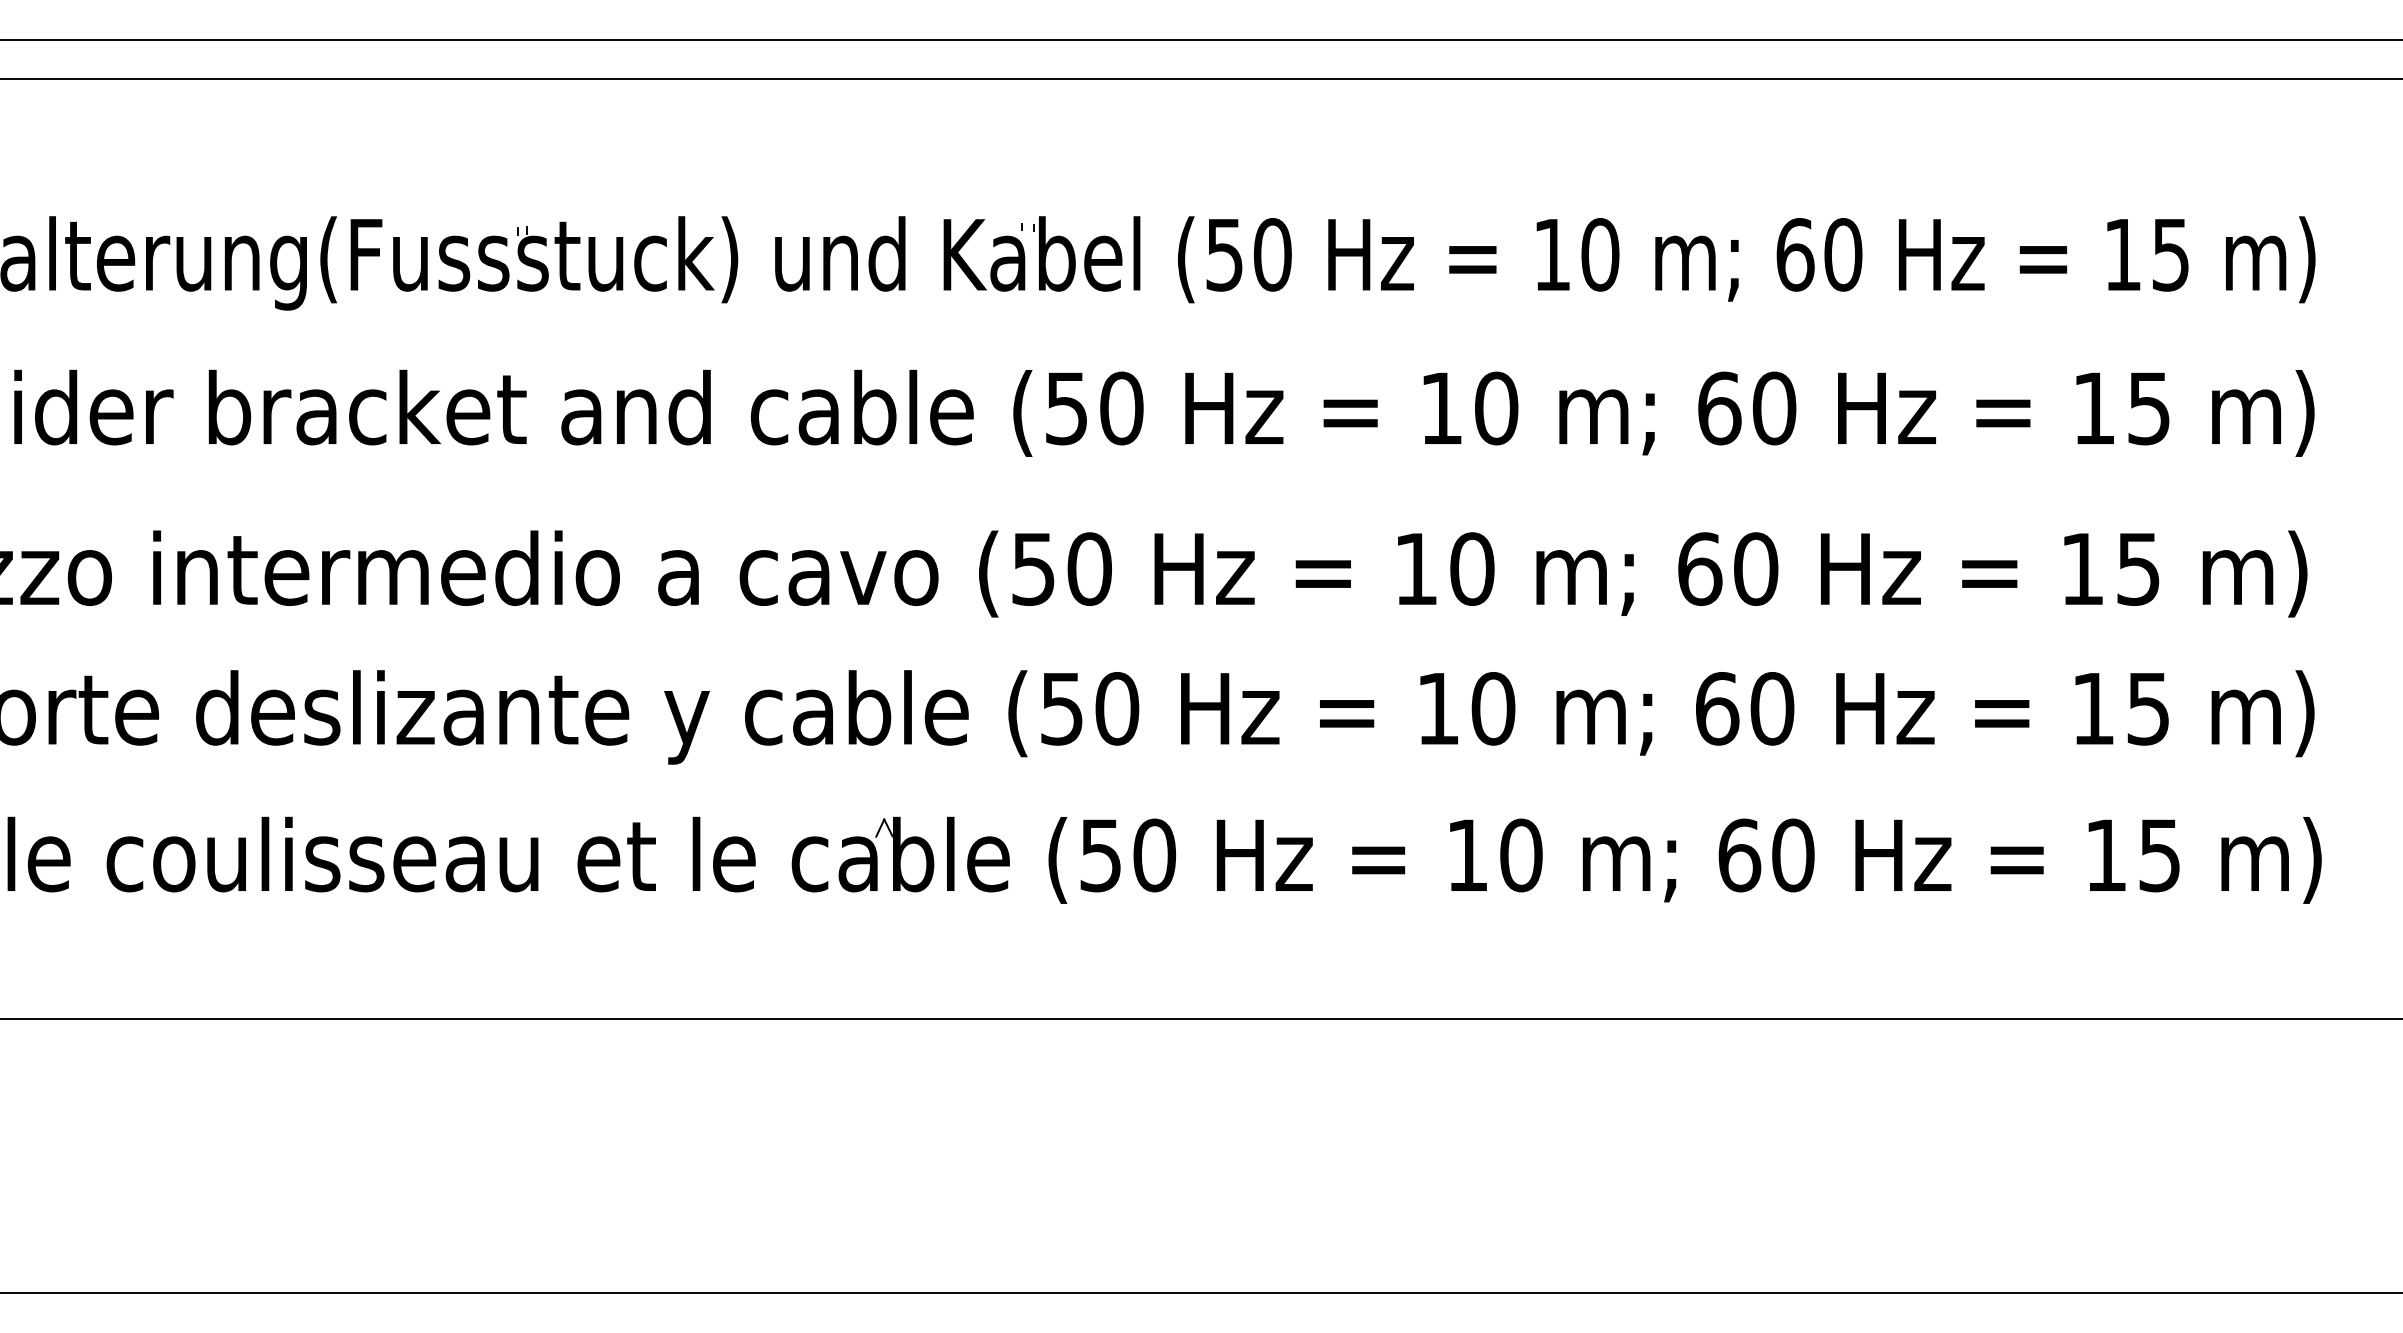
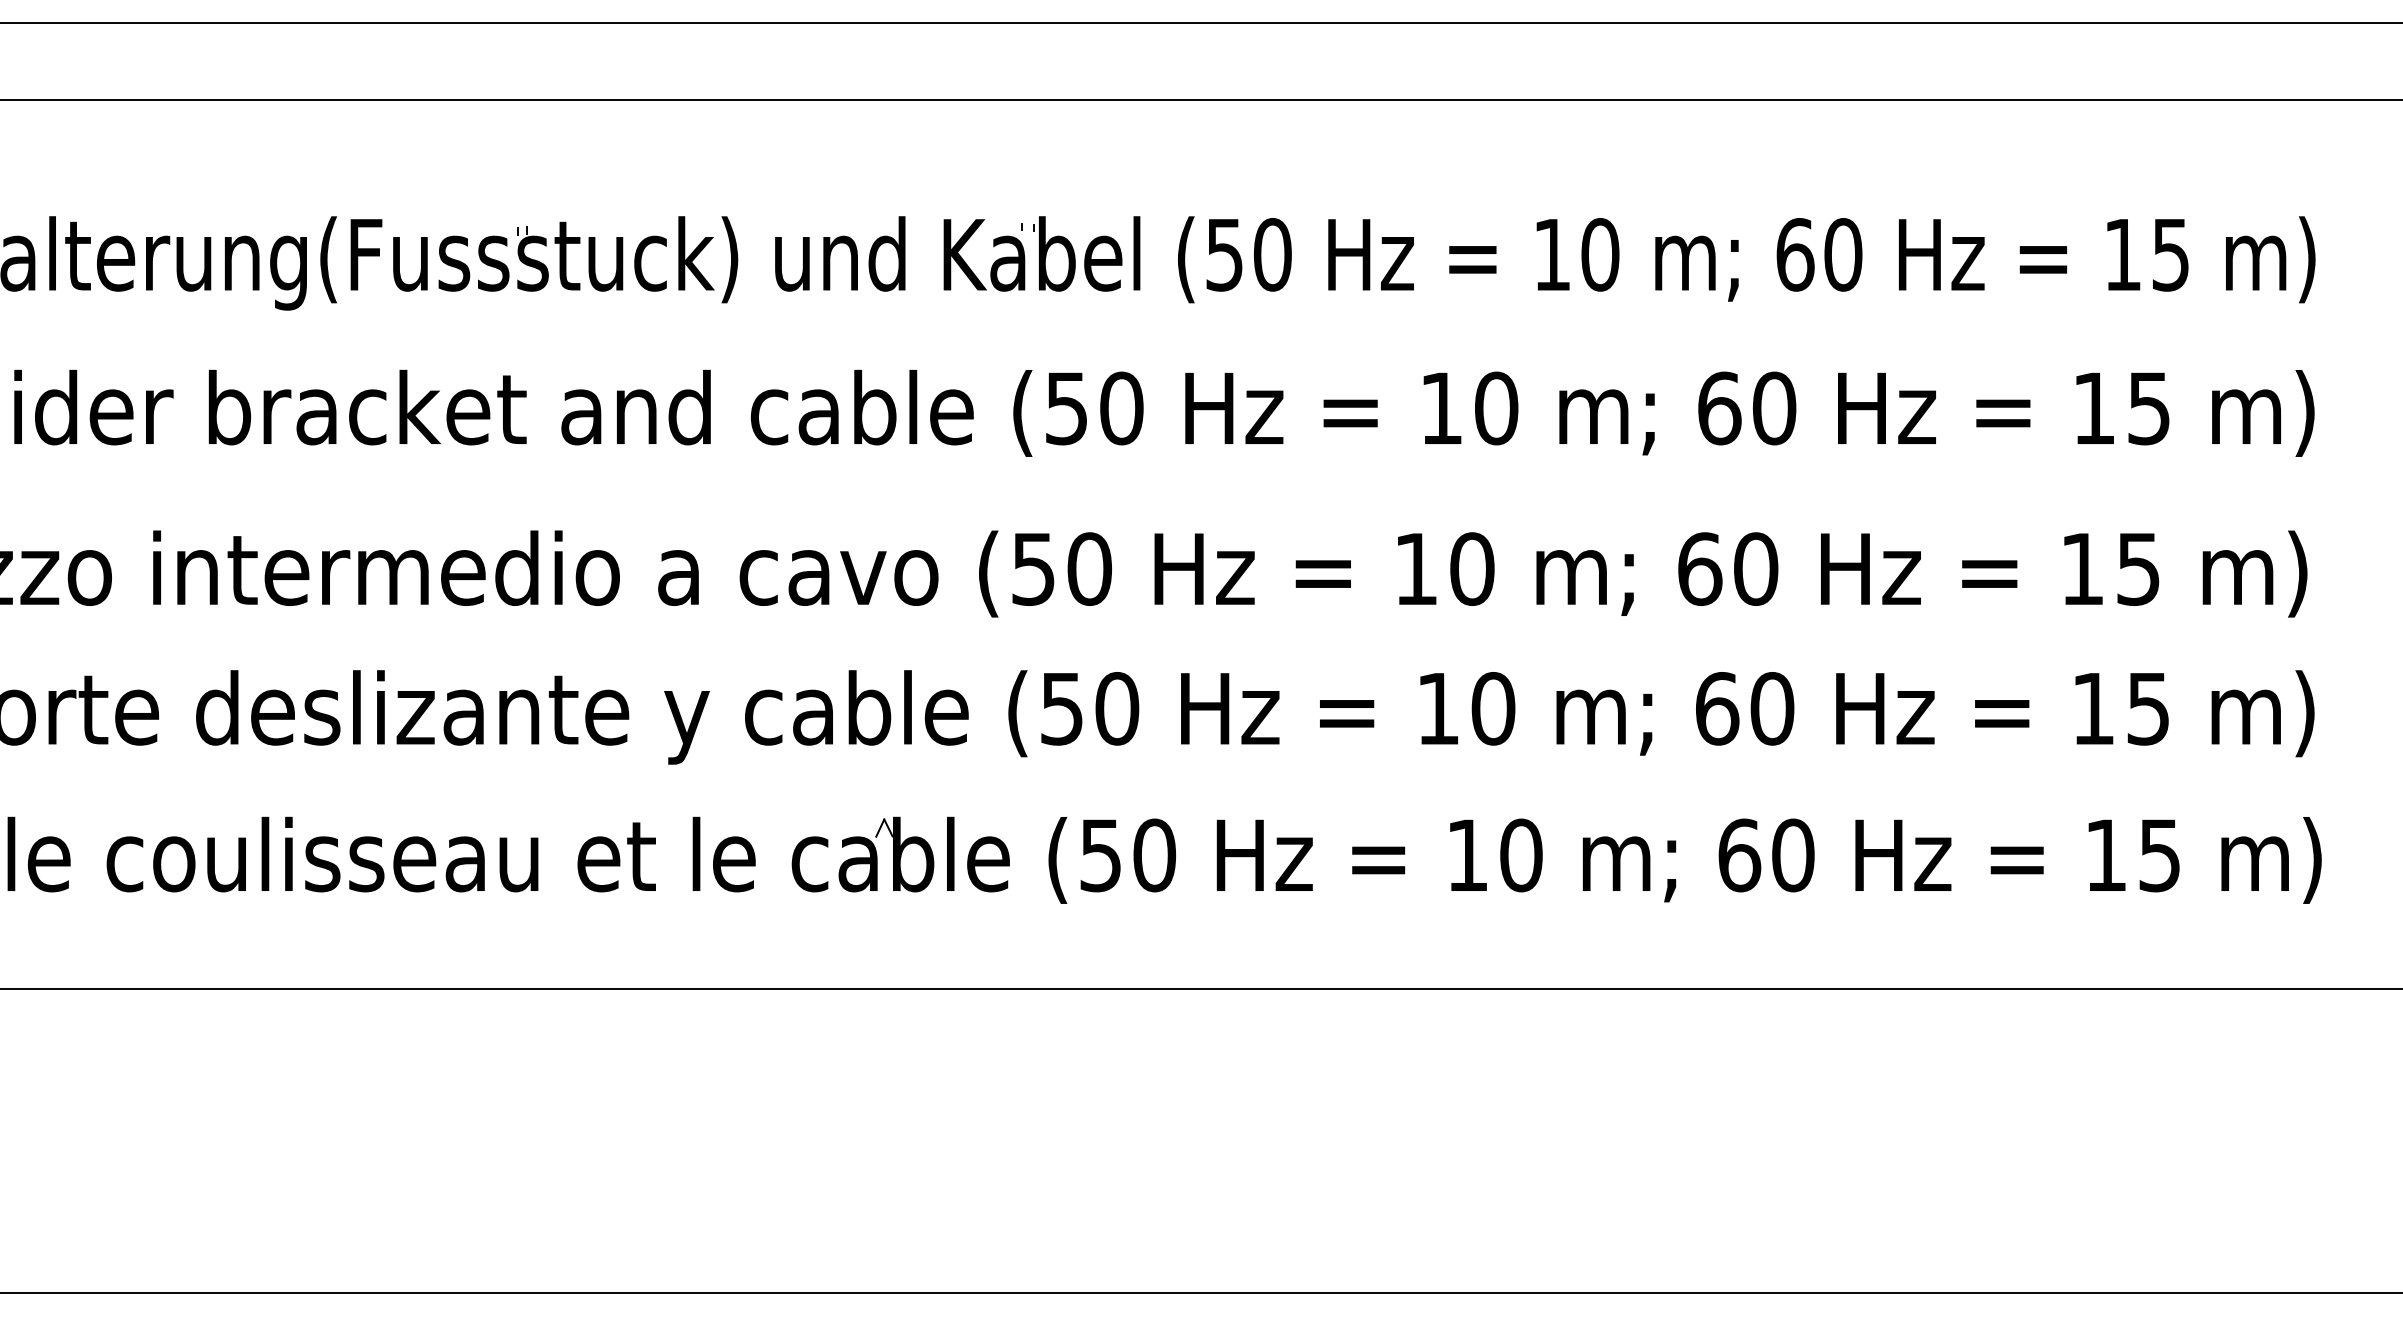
line at (1200, 39) position: (1200, 39) -> (1200, 22)
line at (1200, 79) position: (1200, 79) -> (1200, 100)
line at (1200, 1018) position: (1200, 1018) -> (1200, 988)
